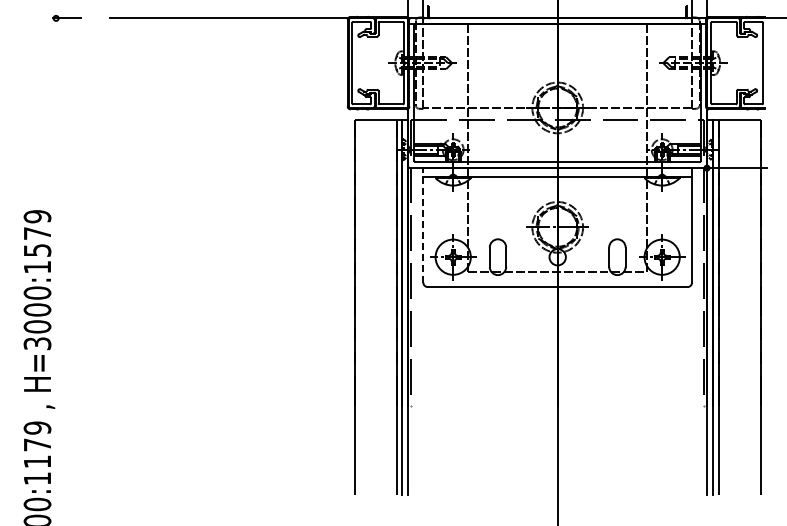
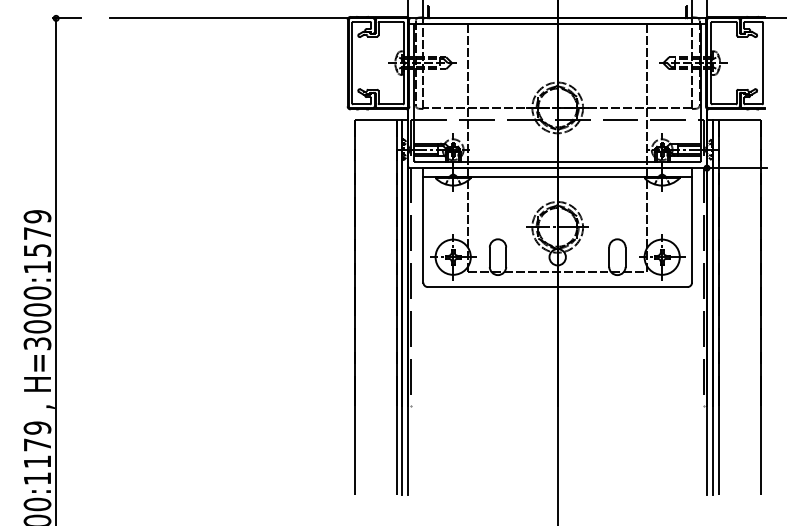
line at (423, 224): dashed -> solid
line at (56, 270): none -> present
